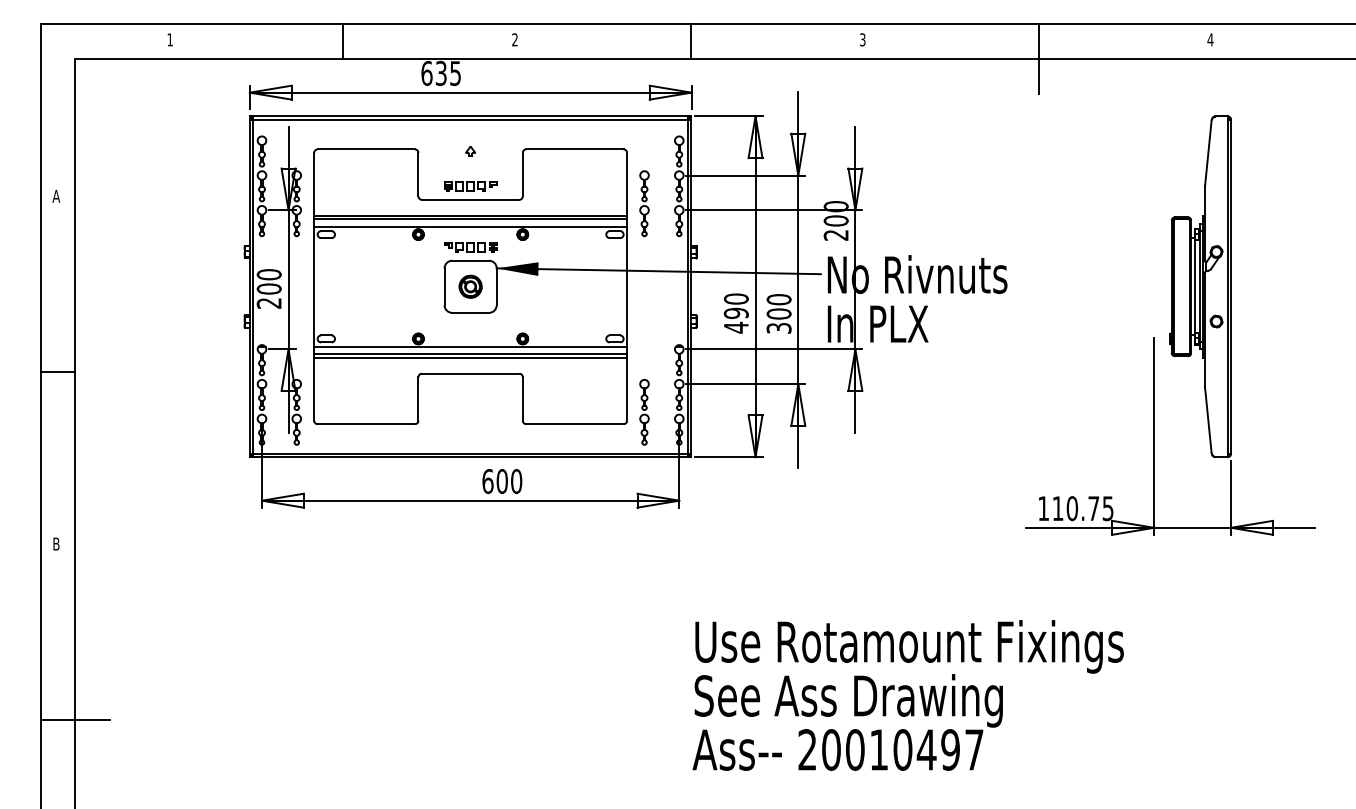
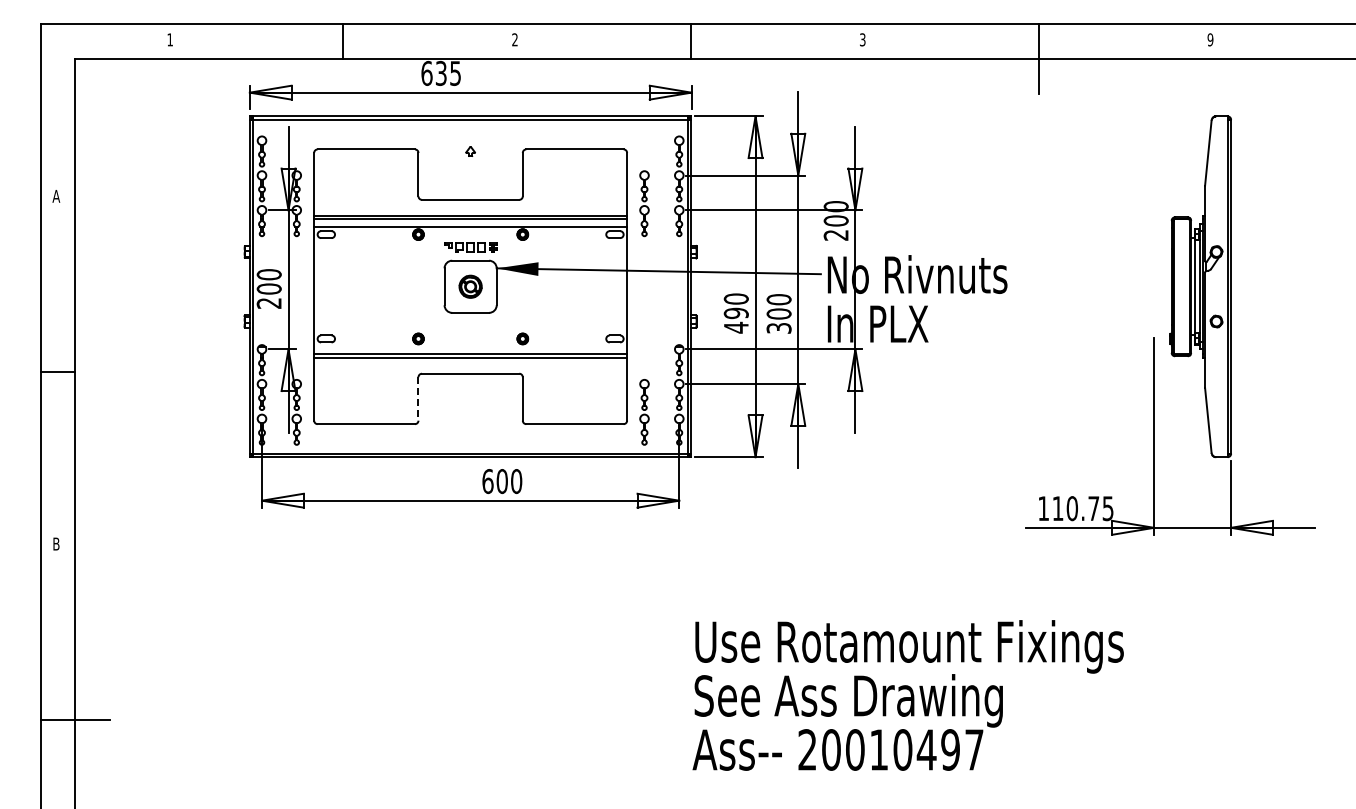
text at (1210, 39): 4 -> 9
part at (470, 186): present -> none
line at (470, 346): present -> none
line at (418, 398): solid -> dashed
